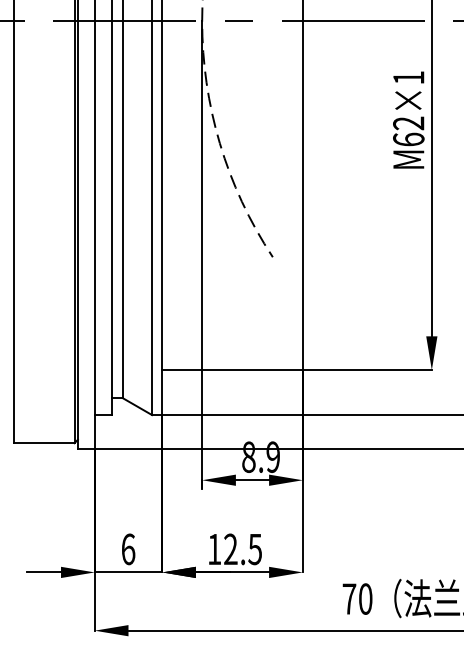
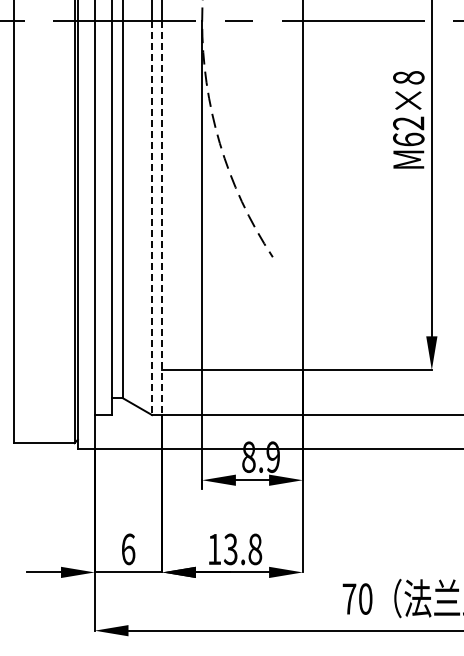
text at (408, 77): M62×1 -> M62×8
line at (152, 218): solid -> dashed
line at (162, 218): solid -> dashed
text at (243, 549): 12.5 -> 13.8
